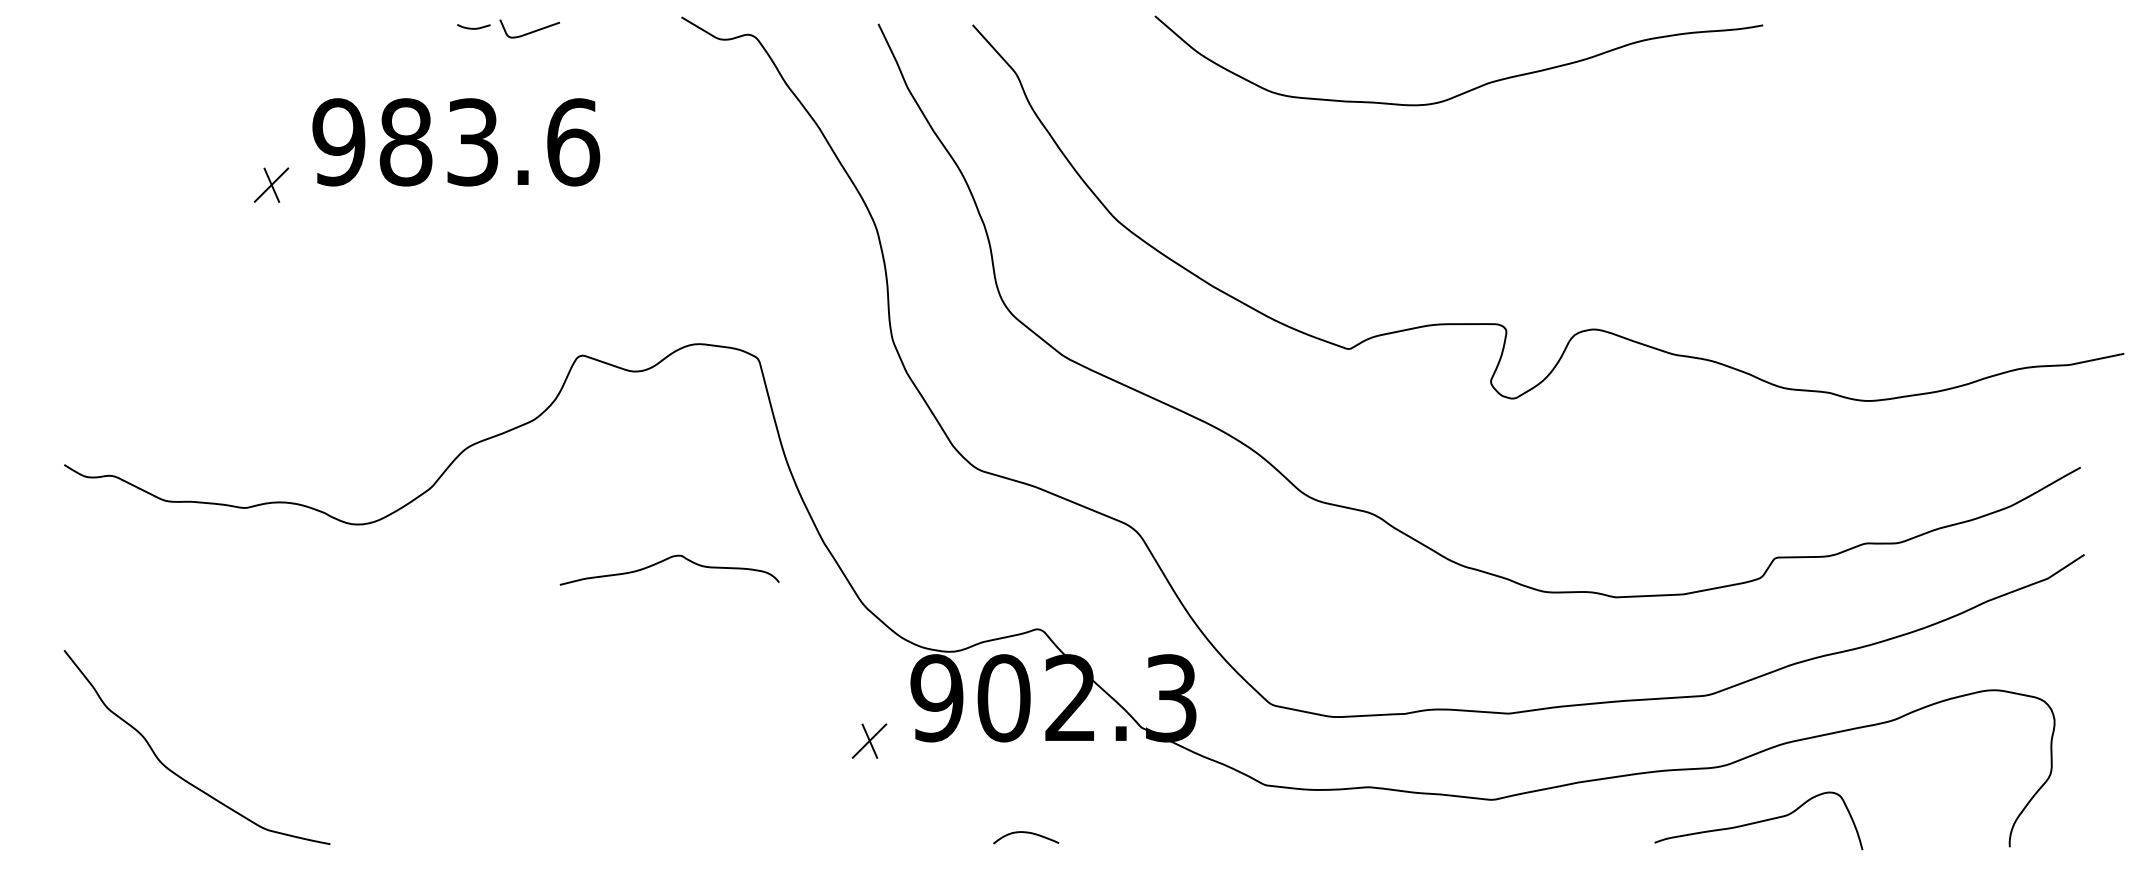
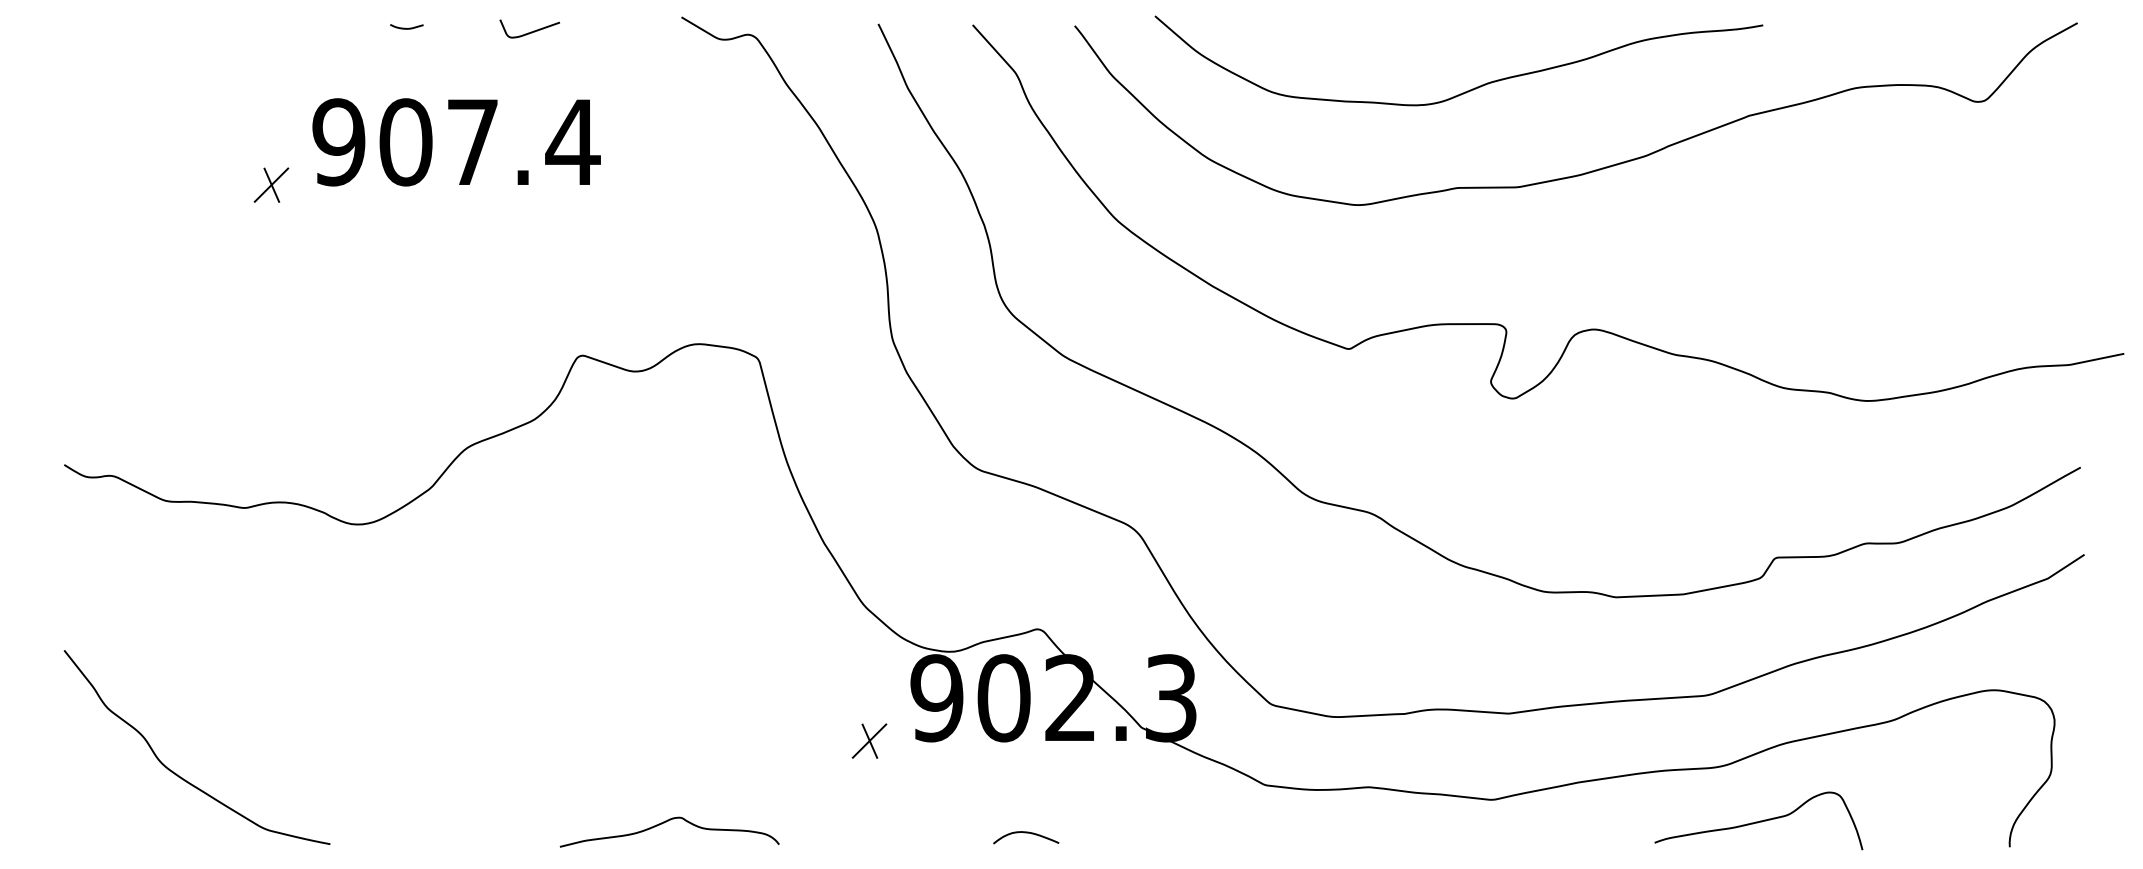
curve at (472, 27) position: (472, 27) -> (405, 27)
text at (489, 142): 983.6 -> 907.4
curve at (1591, 170): none -> present
curve at (664, 561) position: (664, 561) -> (664, 823)
